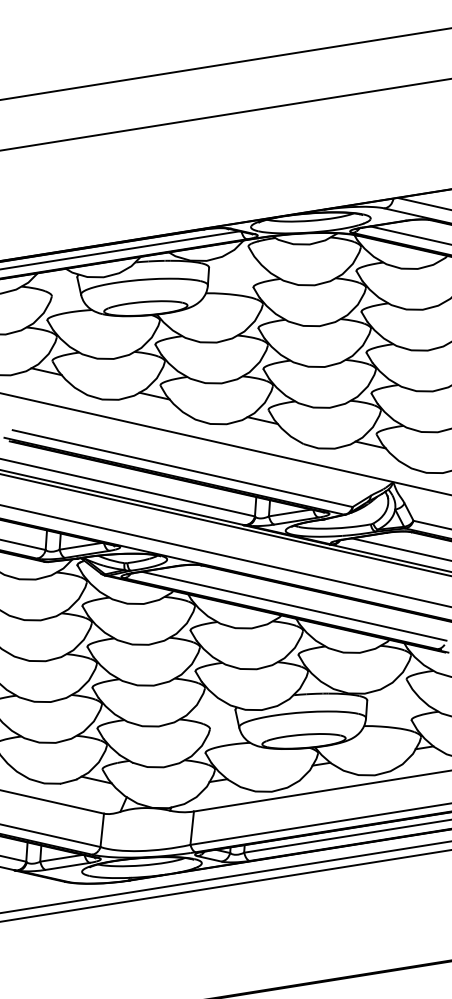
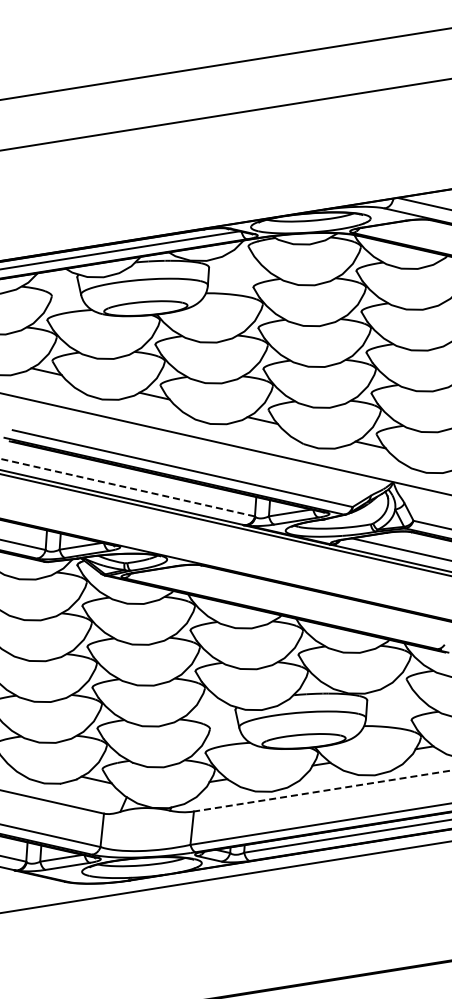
line at (409, 235): present -> none
line at (127, 487): solid -> dashed
line at (225, 555): present -> none
line at (293, 605): present -> none
line at (322, 791): solid -> dashed
line at (225, 885): present -> none
